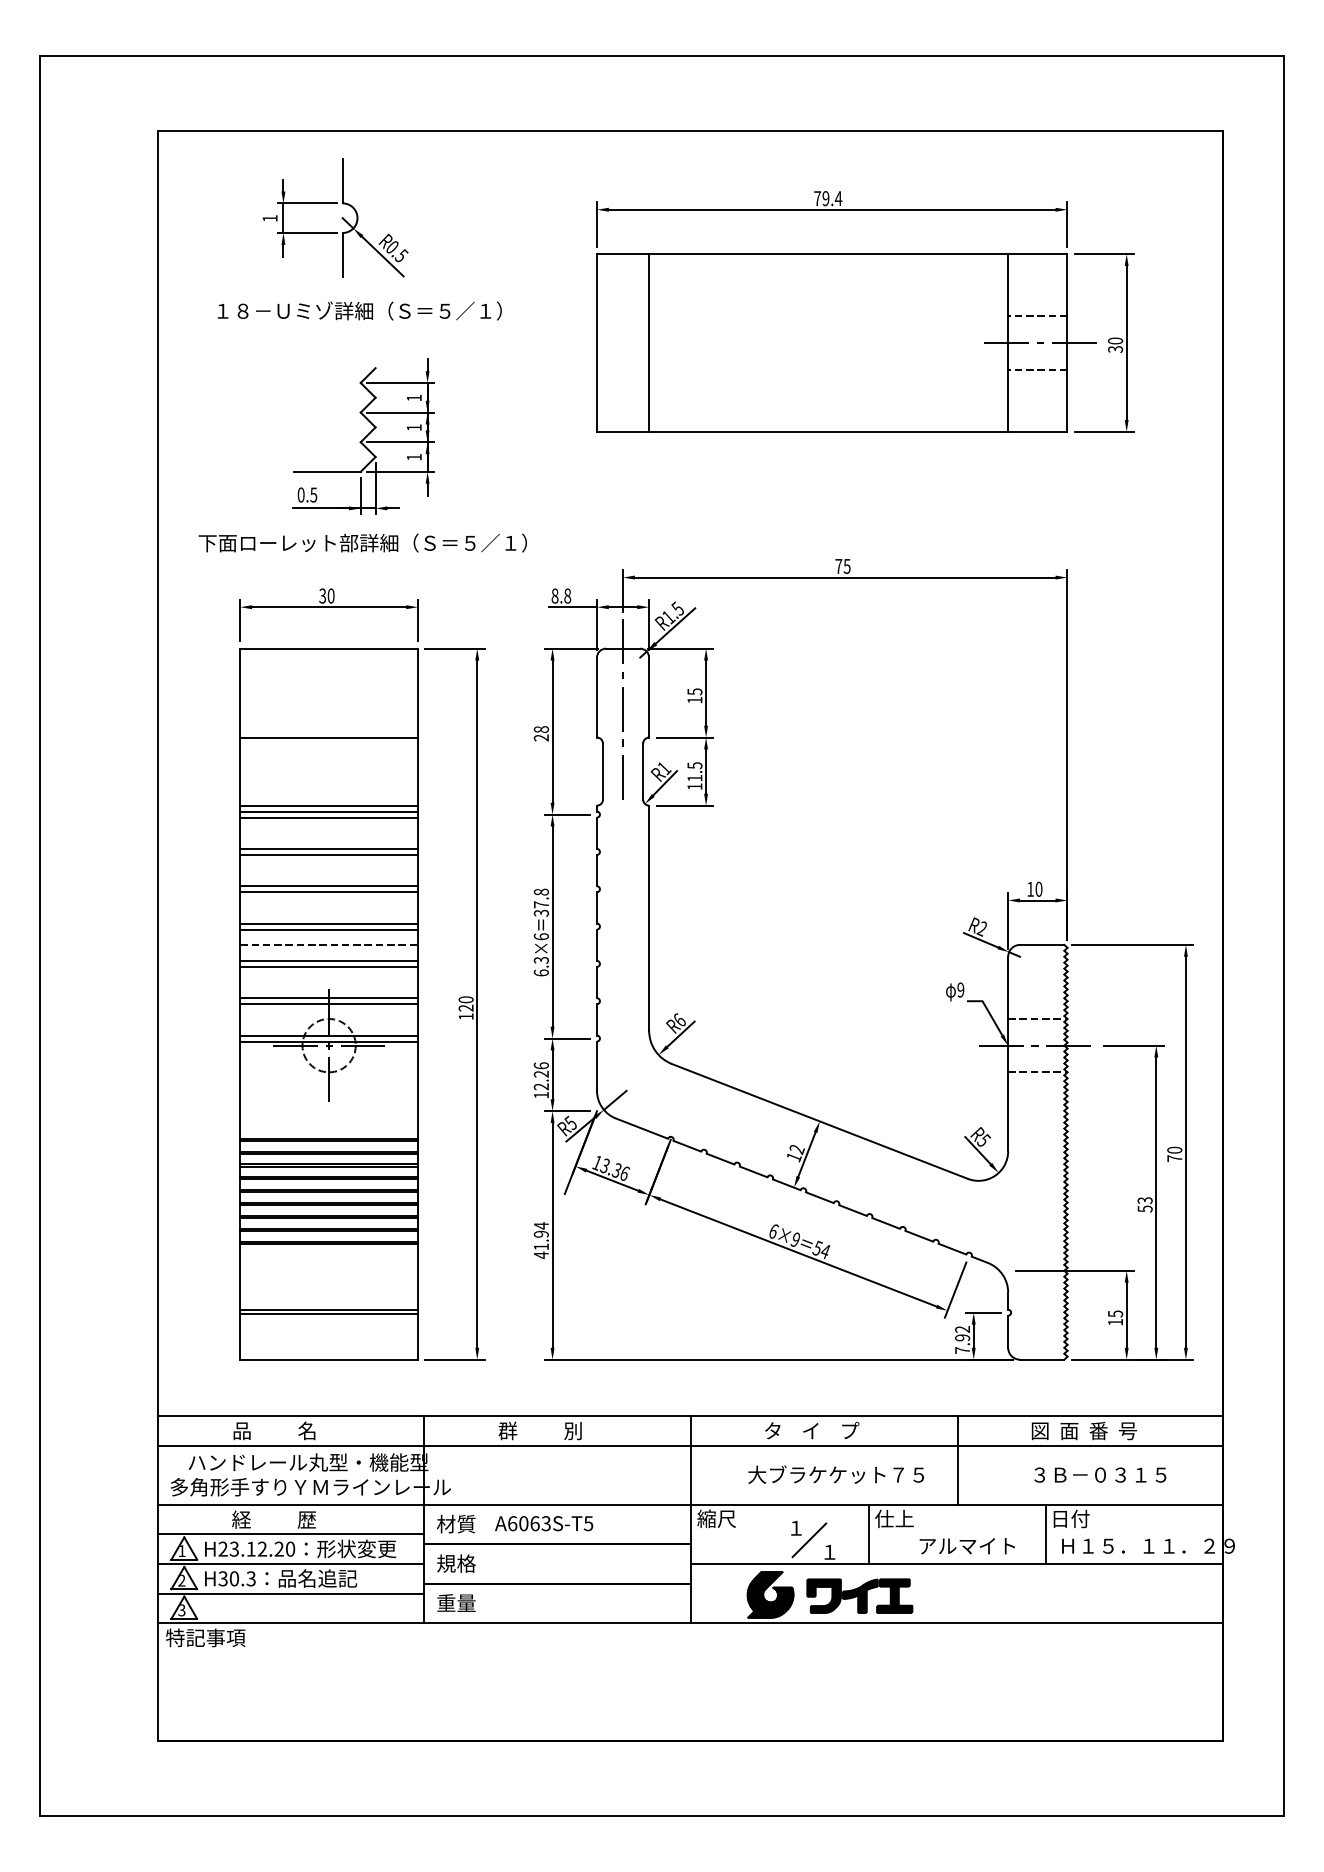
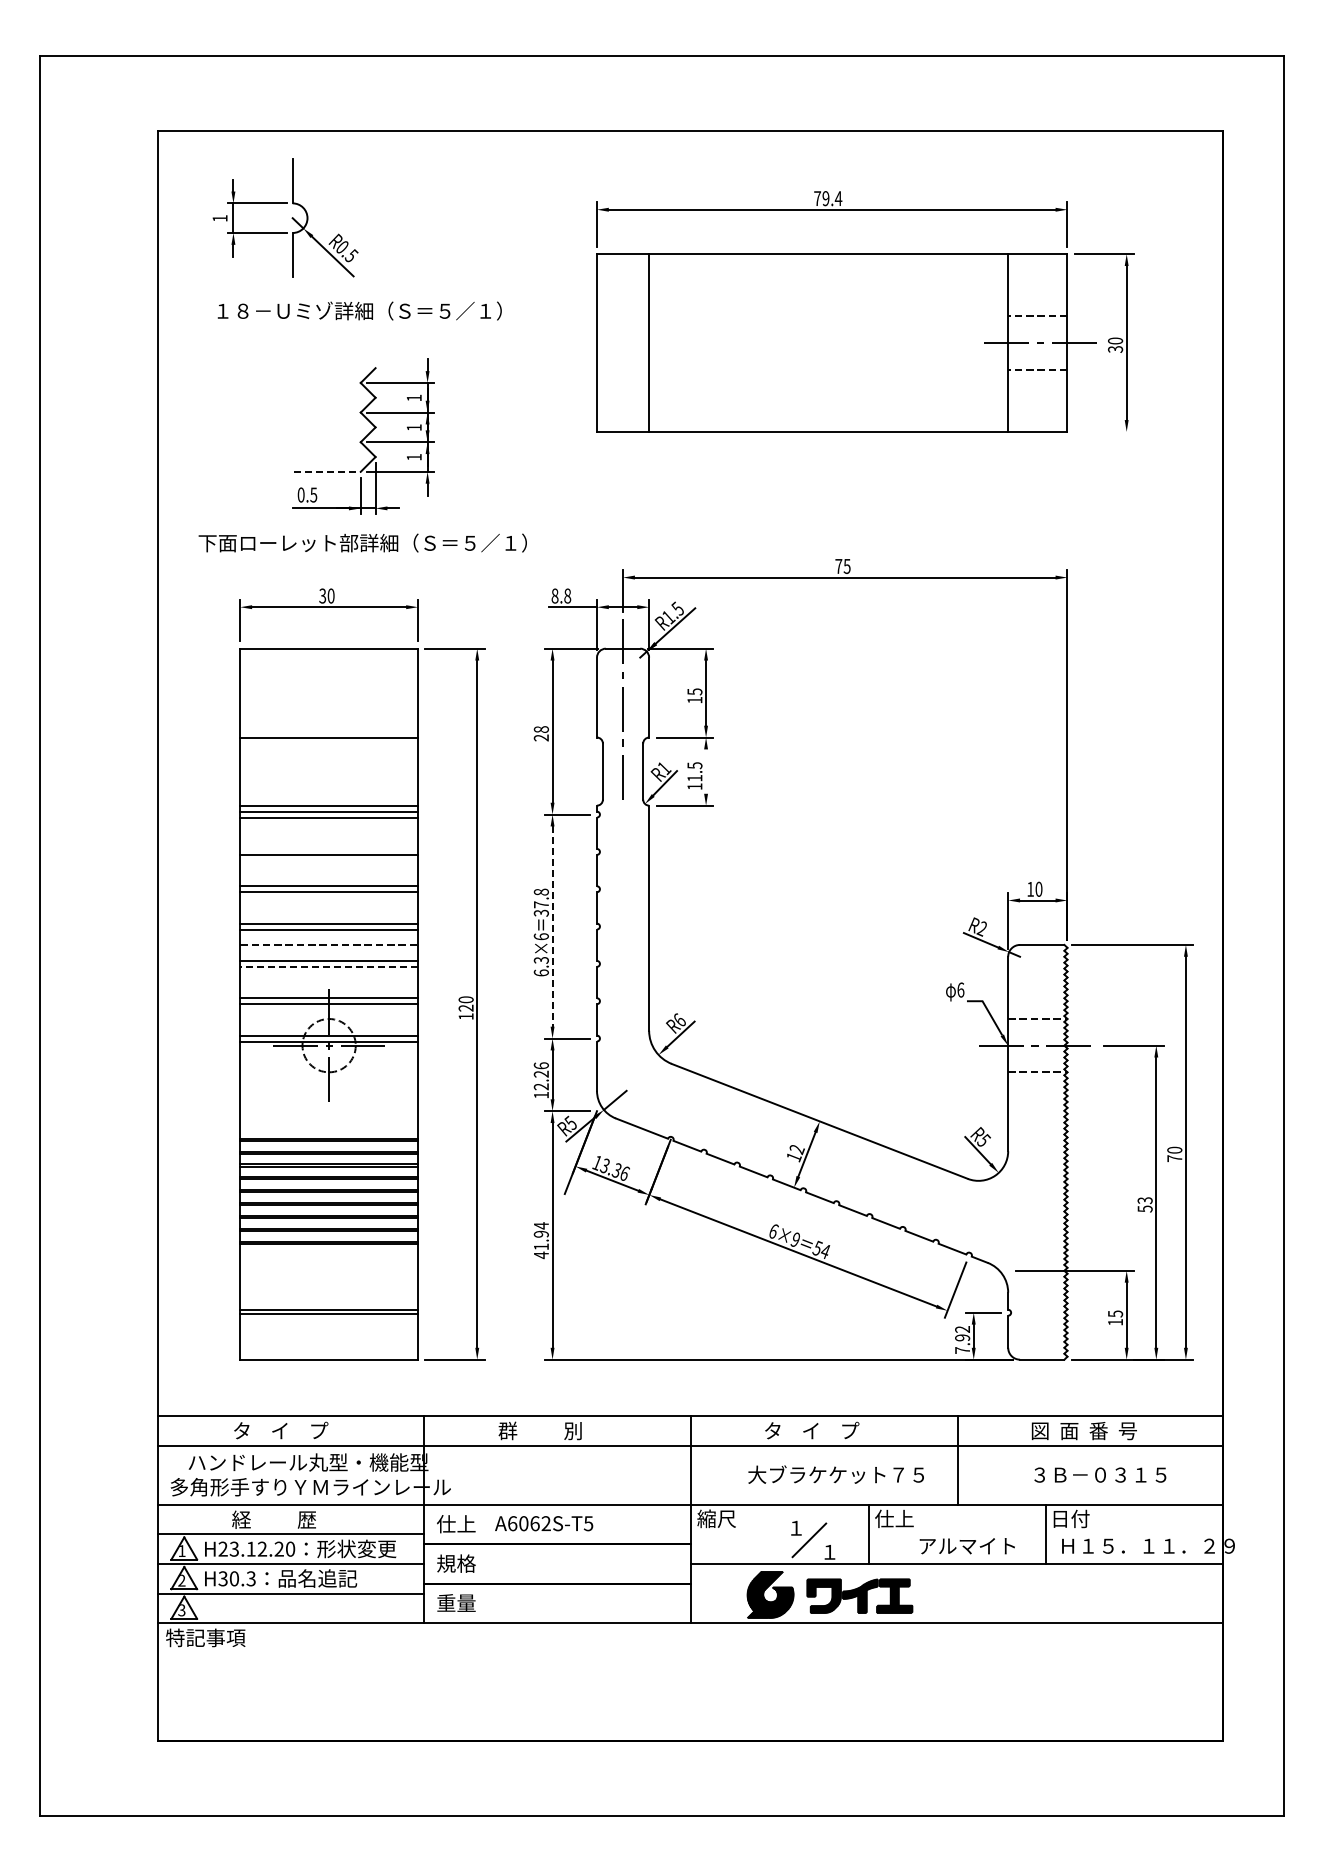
part at (341, 218) position: (341, 218) -> (291, 218)
line at (1104, 431): present -> none
line at (327, 471): solid -> dashed
line at (706, 771): present -> none
line at (329, 848): present -> none
line at (552, 927): solid -> dashed
line at (329, 966): solid -> dashed
text at (960, 989): 9 -> 6
text at (280, 1430): 品          名 -> タ    イ    プ
text at (456, 1523): 材質 -> 仕上
text at (545, 1523): A6063S-T5 -> A6062S-T5
